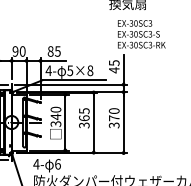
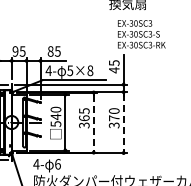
text at (22, 51): 90 -> 95
text at (55, 123): 340 -> 540
line at (93, 123): solid -> dashed
line at (123, 123): solid -> dashed
